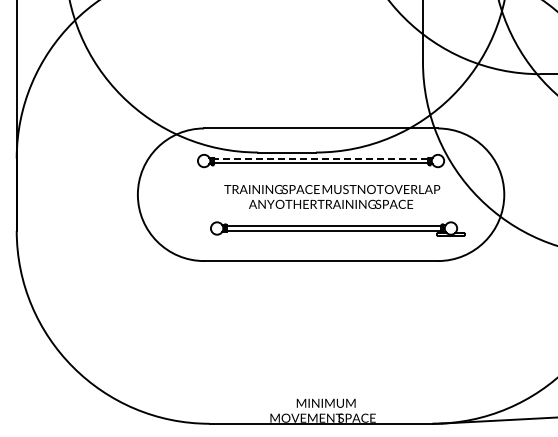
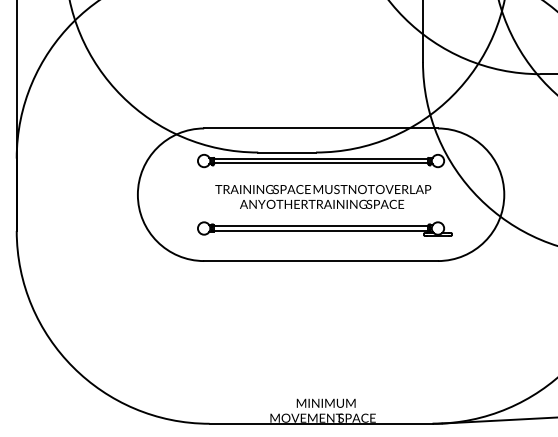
line at (321, 158): dashed -> solid
text at (332, 196) position: (332, 196) -> (323, 196)
part at (337, 228) position: (337, 228) -> (324, 228)
